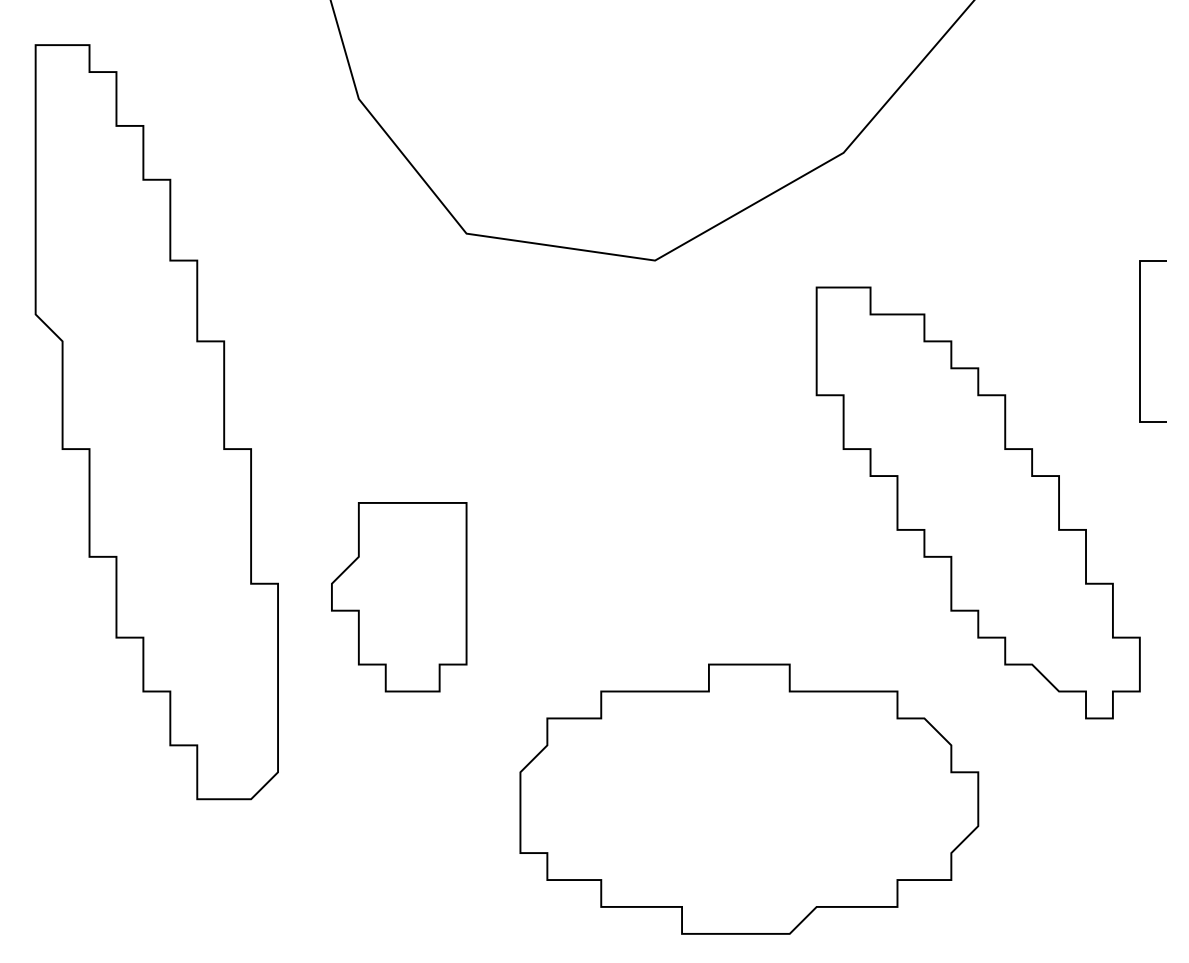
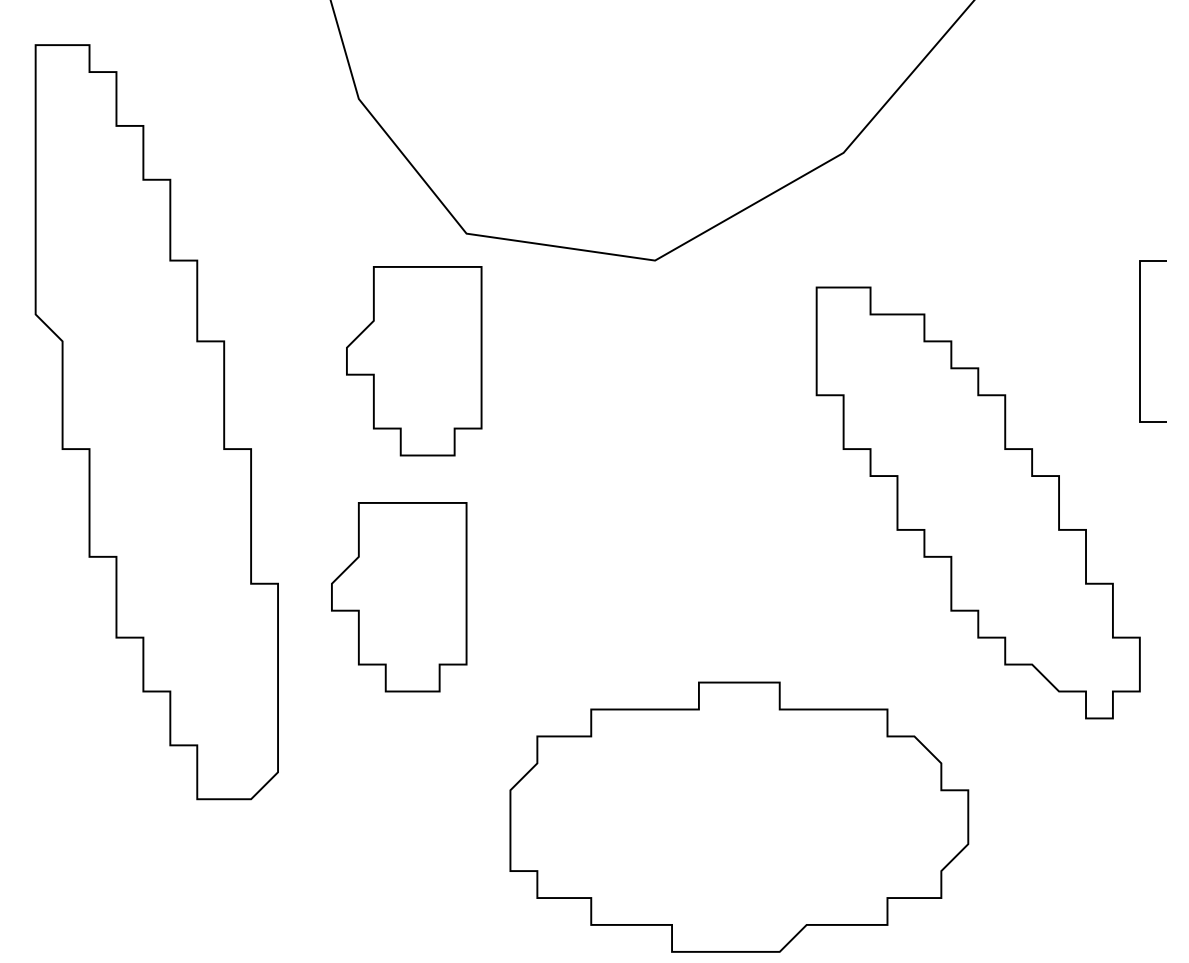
part at (414, 361): none -> present
part at (749, 798) position: (749, 798) -> (739, 816)
